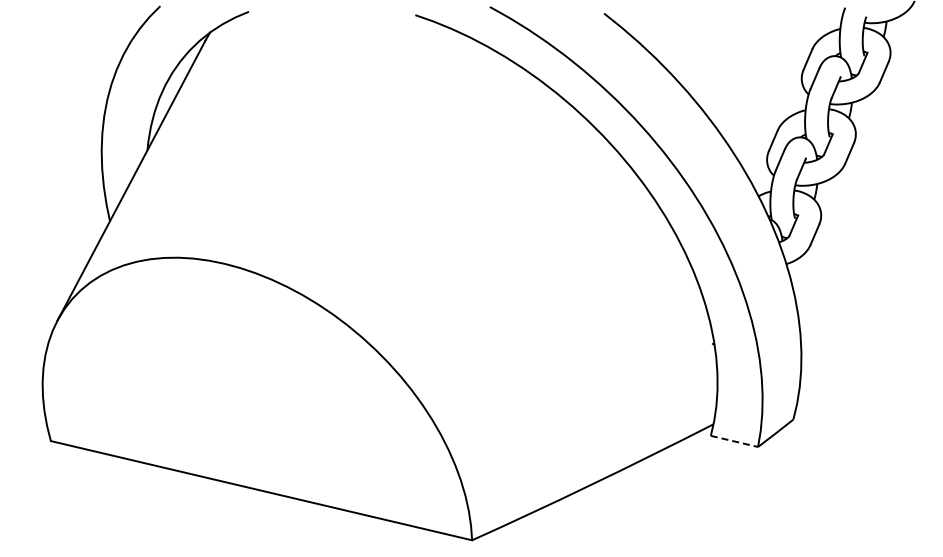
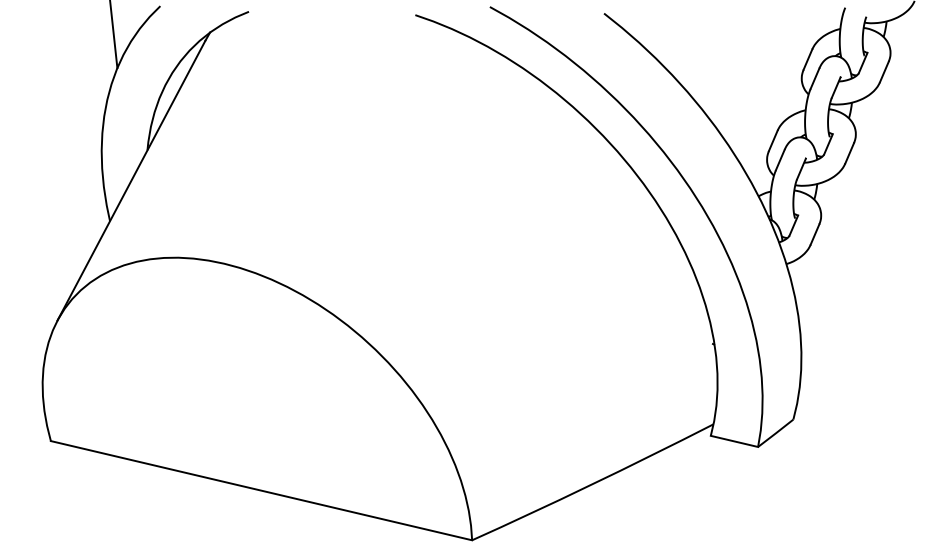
line at (113, 35): none -> present
line at (734, 441): dashed -> solid
